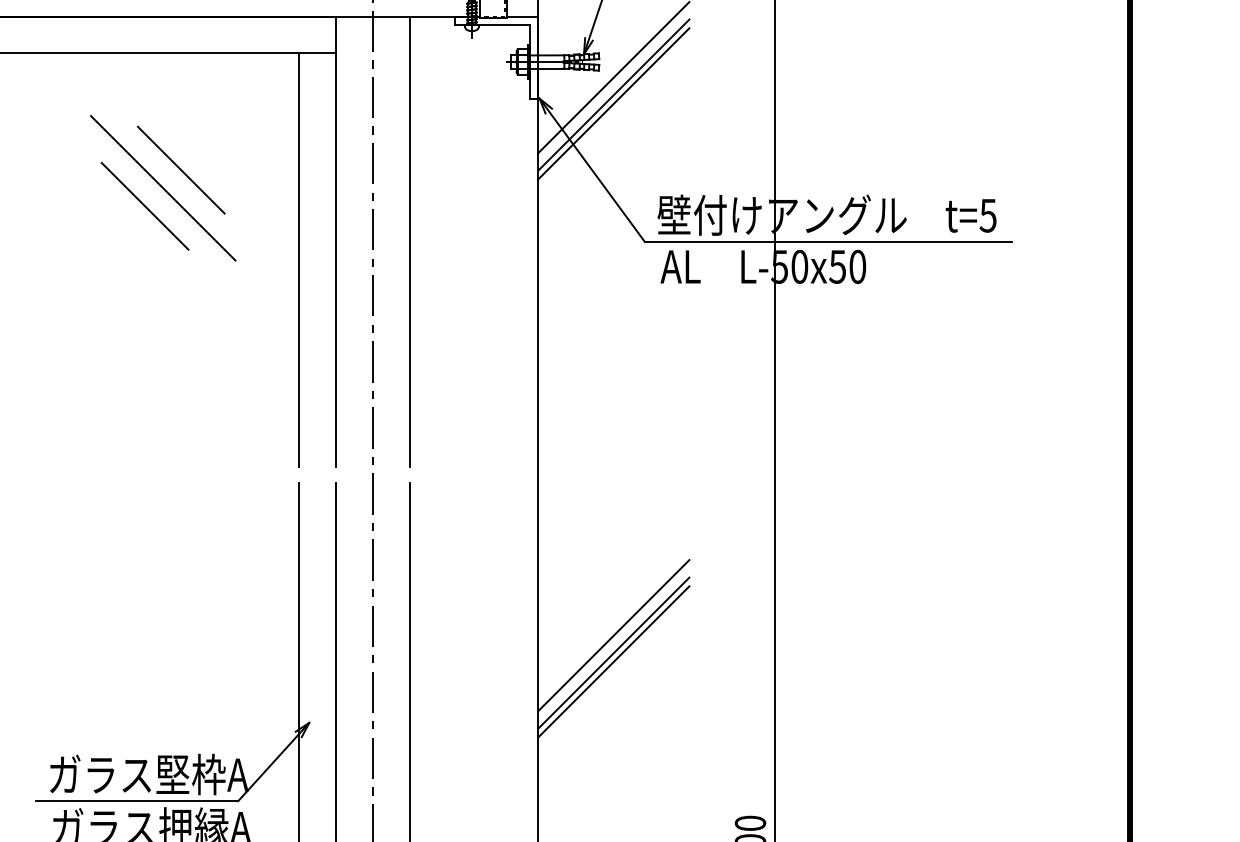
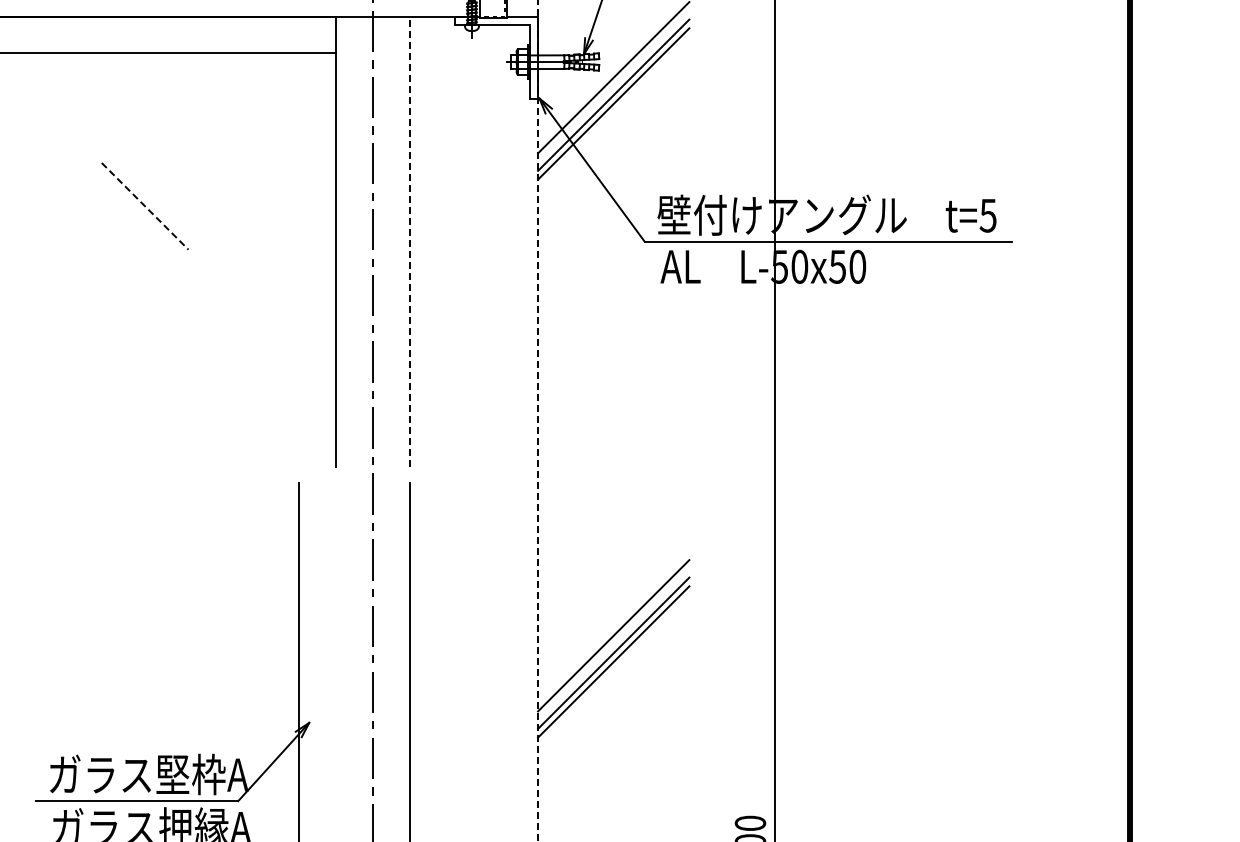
line at (180, 169): present -> none
line at (162, 188): present -> none
line at (145, 206): solid -> dashed
line at (410, 241): solid -> dashed
line at (299, 259): present -> none
line at (538, 421): solid -> dashed
line at (335, 660): present -> none
